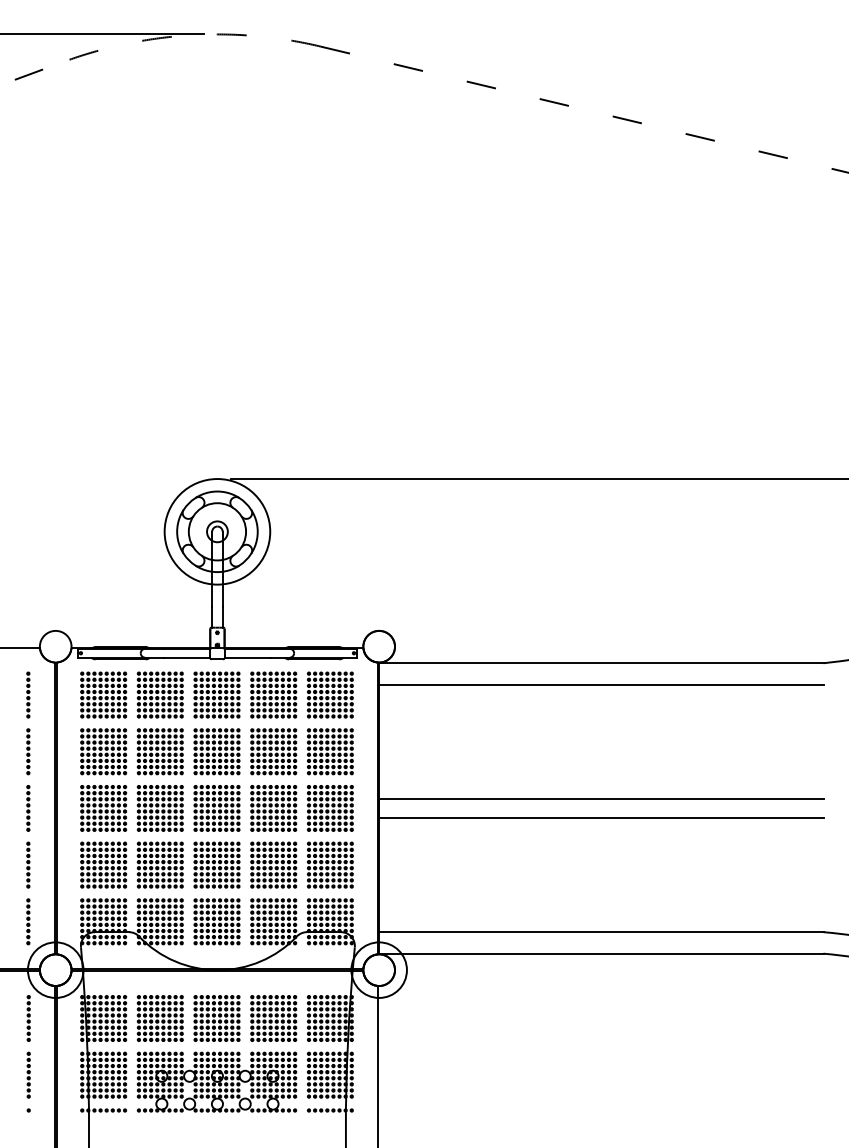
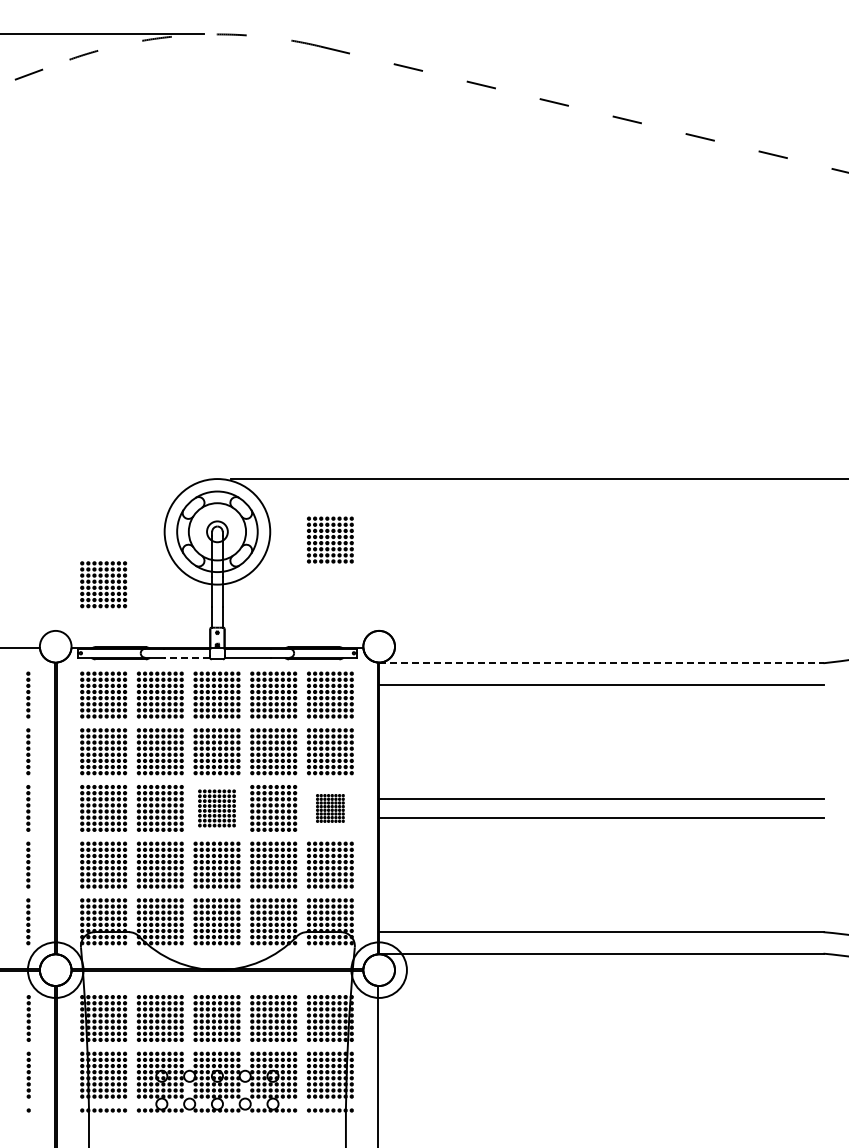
part at (330, 539): none -> present
part at (103, 584): none -> present
line at (186, 657): solid -> dashed
line at (601, 663): solid -> dashed
part at (216, 808) size: 48x47 px -> 38x39 px
part at (330, 808) size: 47x47 px -> 29x29 px
